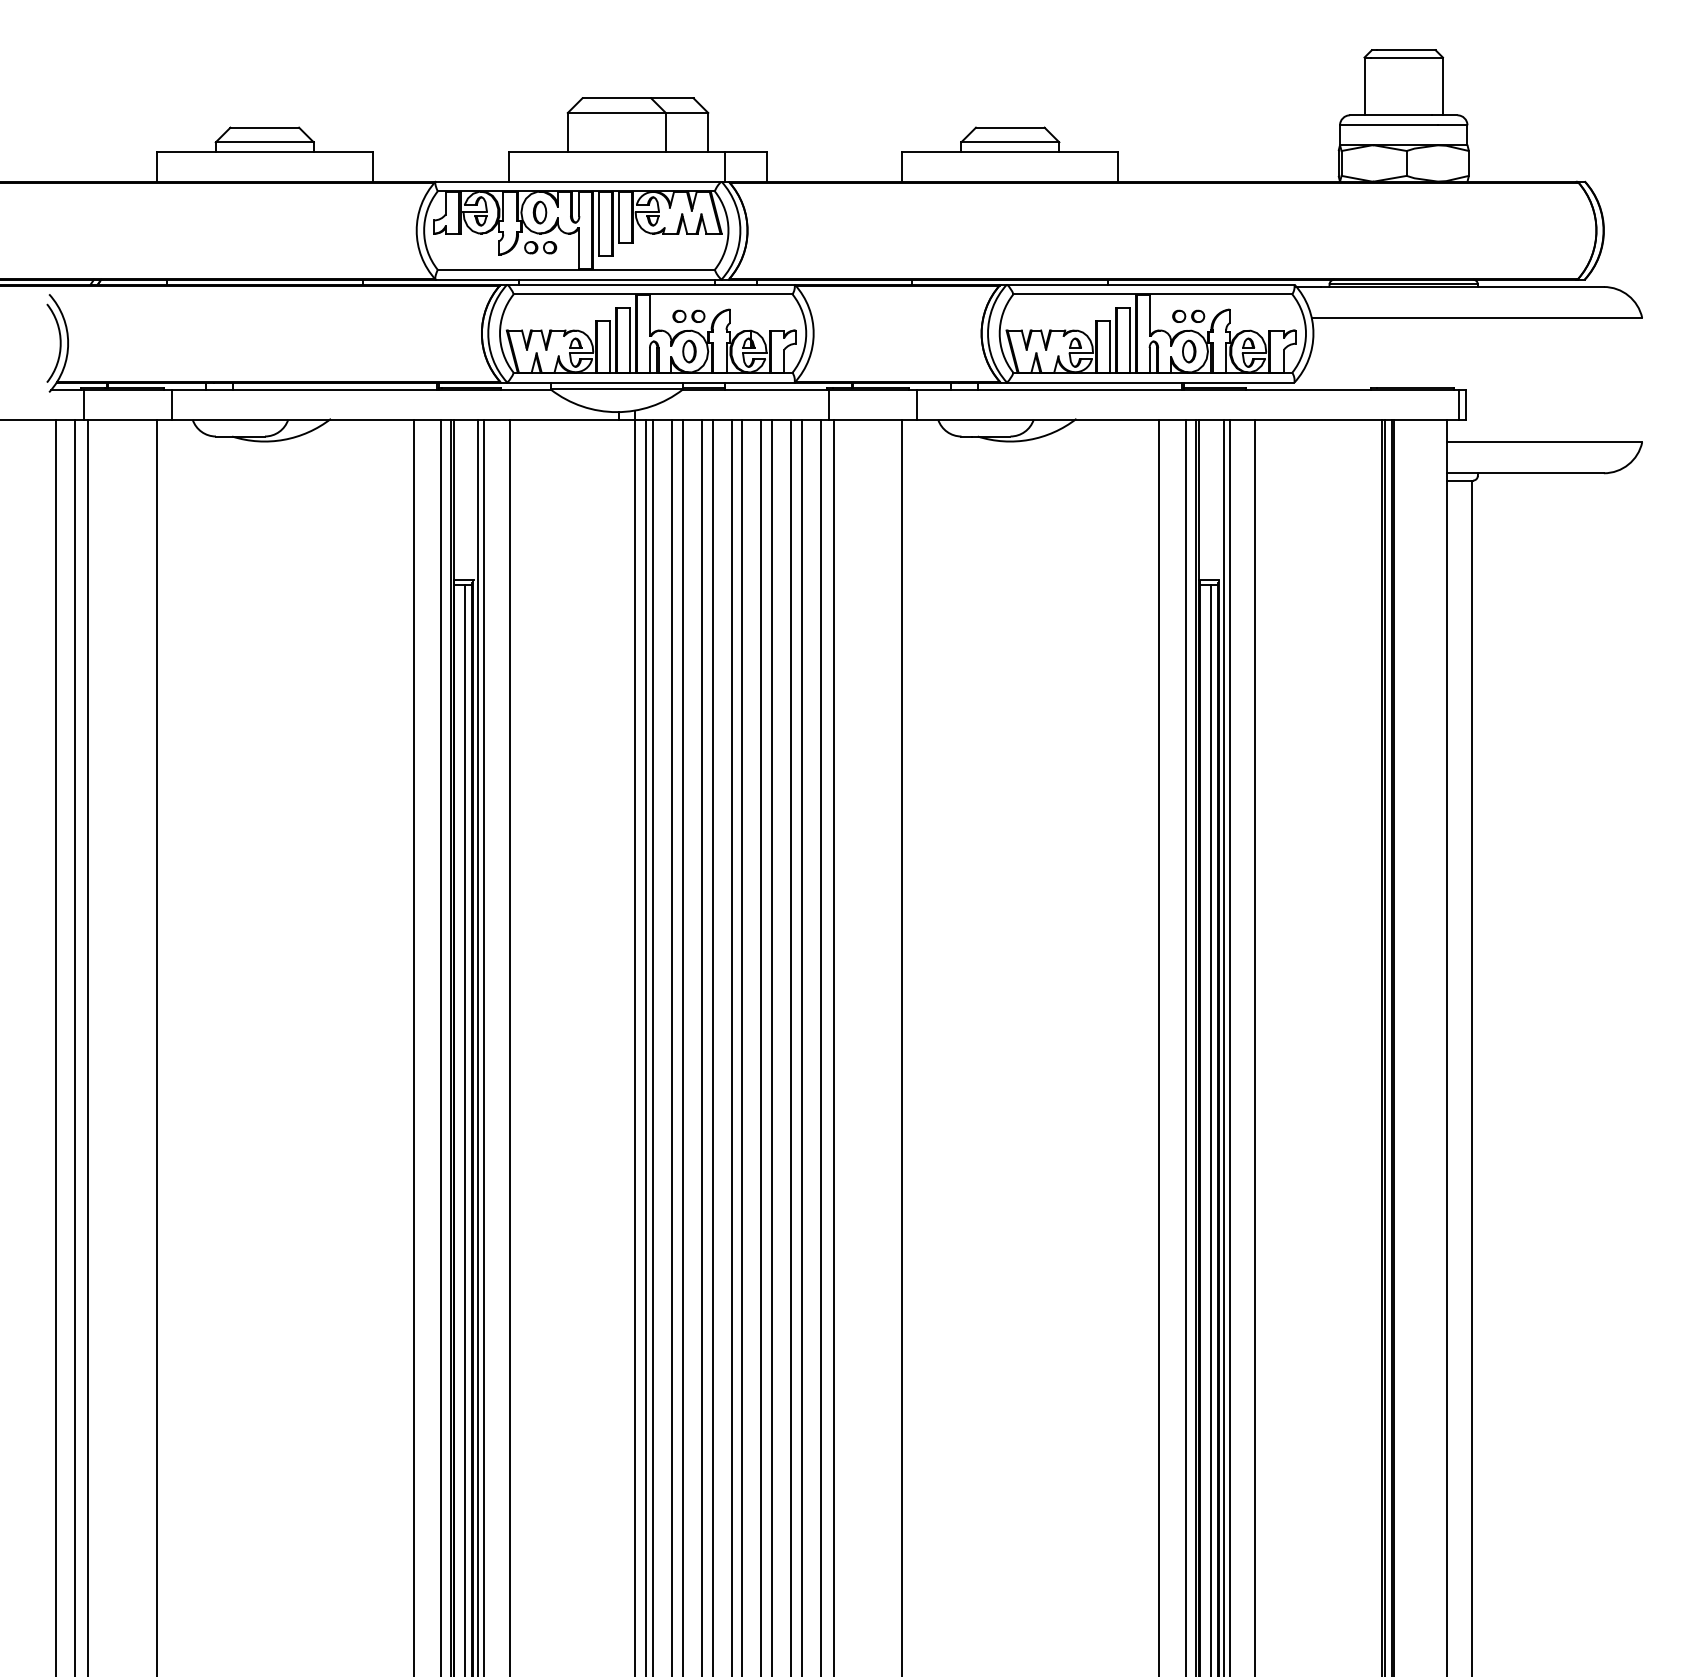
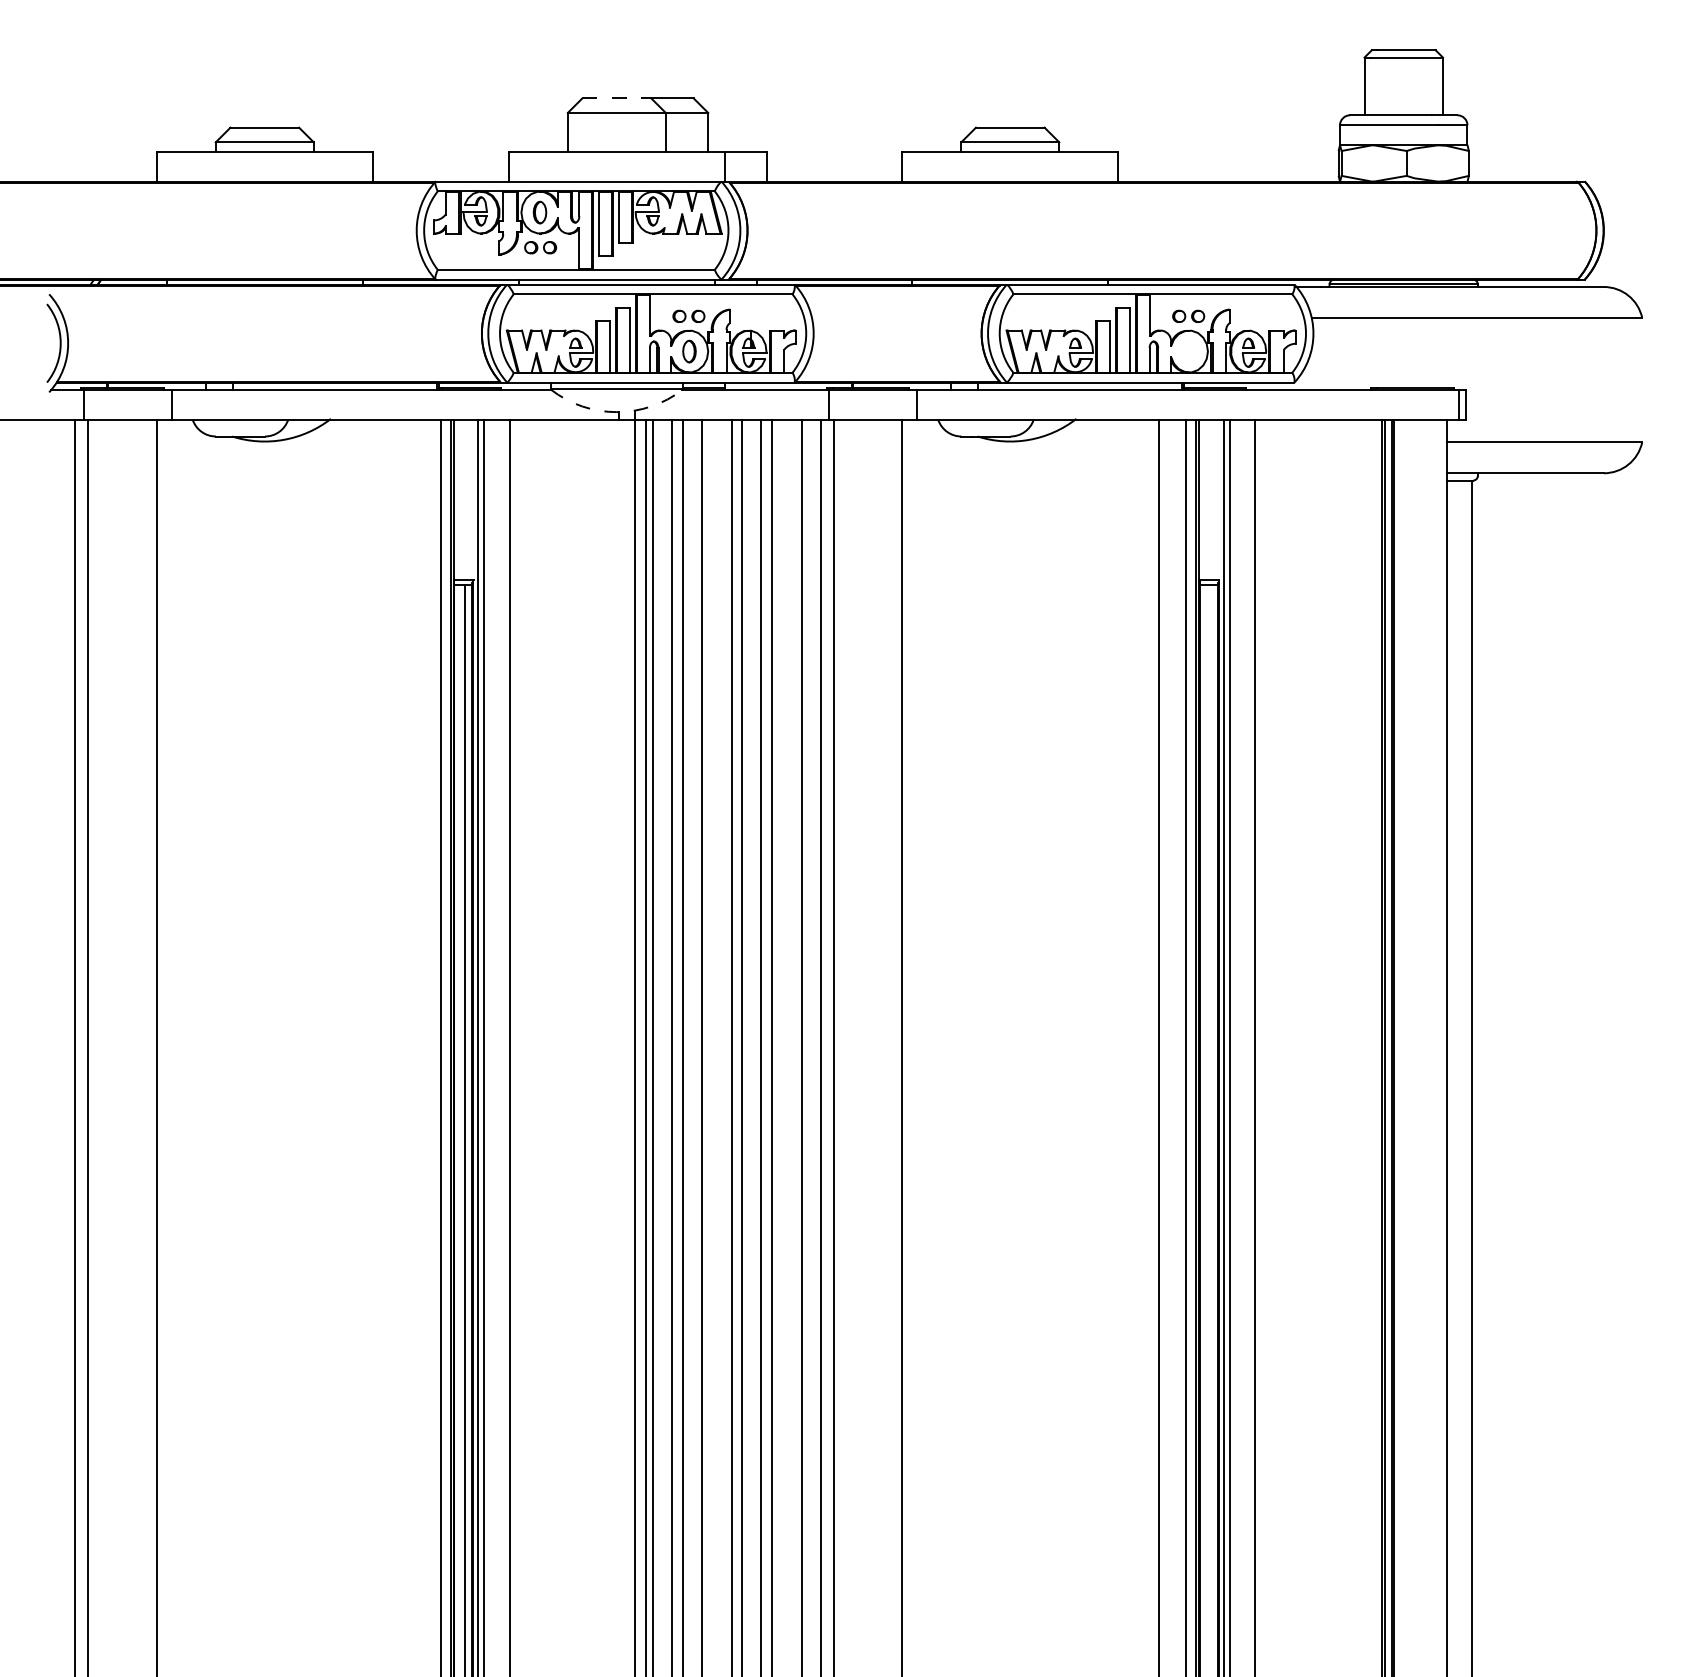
line at (617, 98): solid -> dashed
part at (1189, 351): present -> none
arc at (616, 412): solid -> dashed
line at (56, 1046): present -> none
line at (413, 1046): present -> none
line at (712, 1046): present -> none
line at (790, 1046): present -> none
line at (1210, 1128): present -> none
